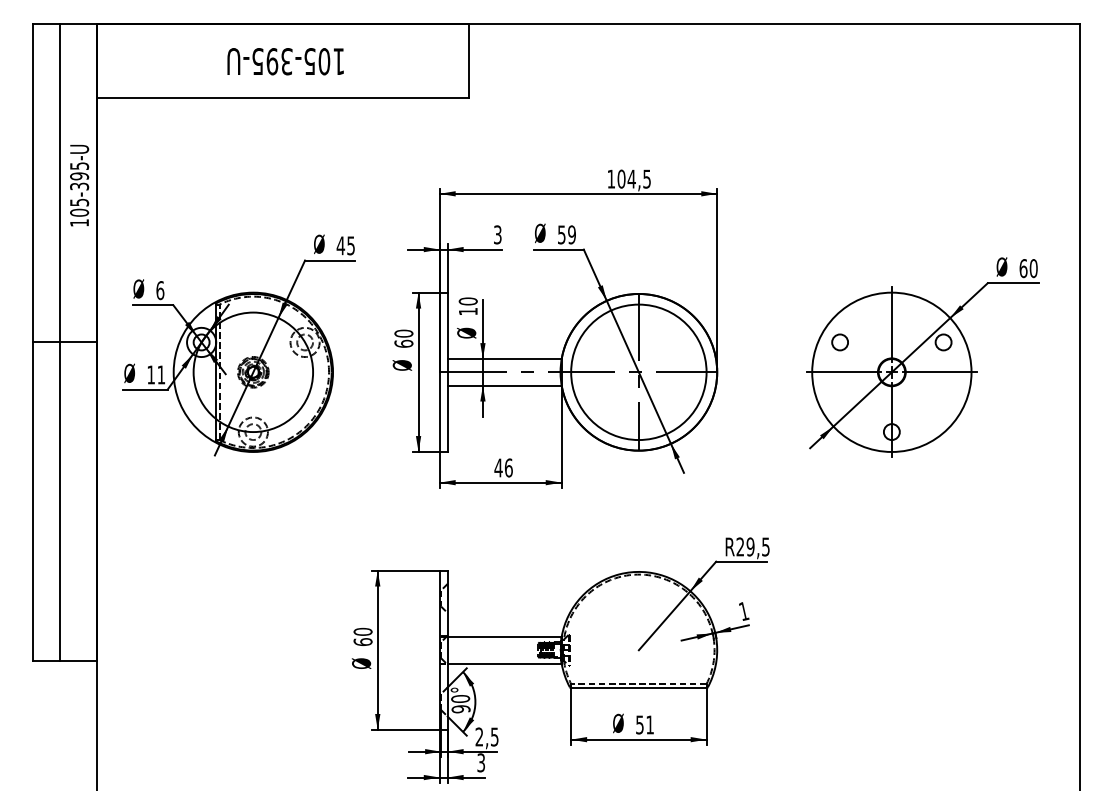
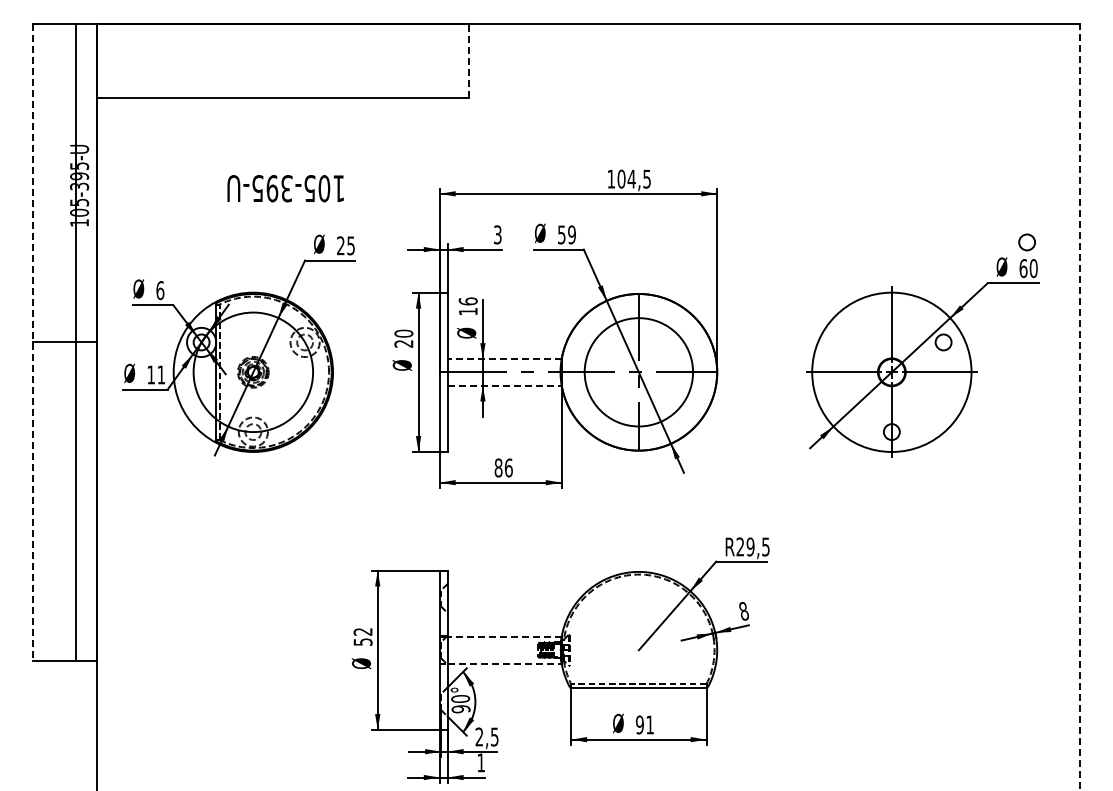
line at (468, 60): solid -> dashed
text at (285, 61) position: (285, 61) -> (285, 188)
text at (340, 245): 45 -> 25
text at (467, 301): 10 -> 16
line at (59, 341) position: (59, 341) -> (75, 341)
line at (33, 342): solid -> dashed
circle at (839, 342) position: (839, 342) -> (1026, 242)
text at (403, 343): 60 -> 20
line at (504, 359): solid -> dashed
circle at (638, 372) diameter: 135 px -> 108 px
line at (504, 385): solid -> dashed
line at (1079, 406): solid -> dashed
text at (498, 467): 46 -> 86
text at (744, 610): 1 -> 8
text at (362, 636): 60 -> 52
line at (504, 636): solid -> dashed
line at (504, 663): solid -> dashed
text at (639, 724): 51 -> 91
text at (480, 762): 3 -> 1
